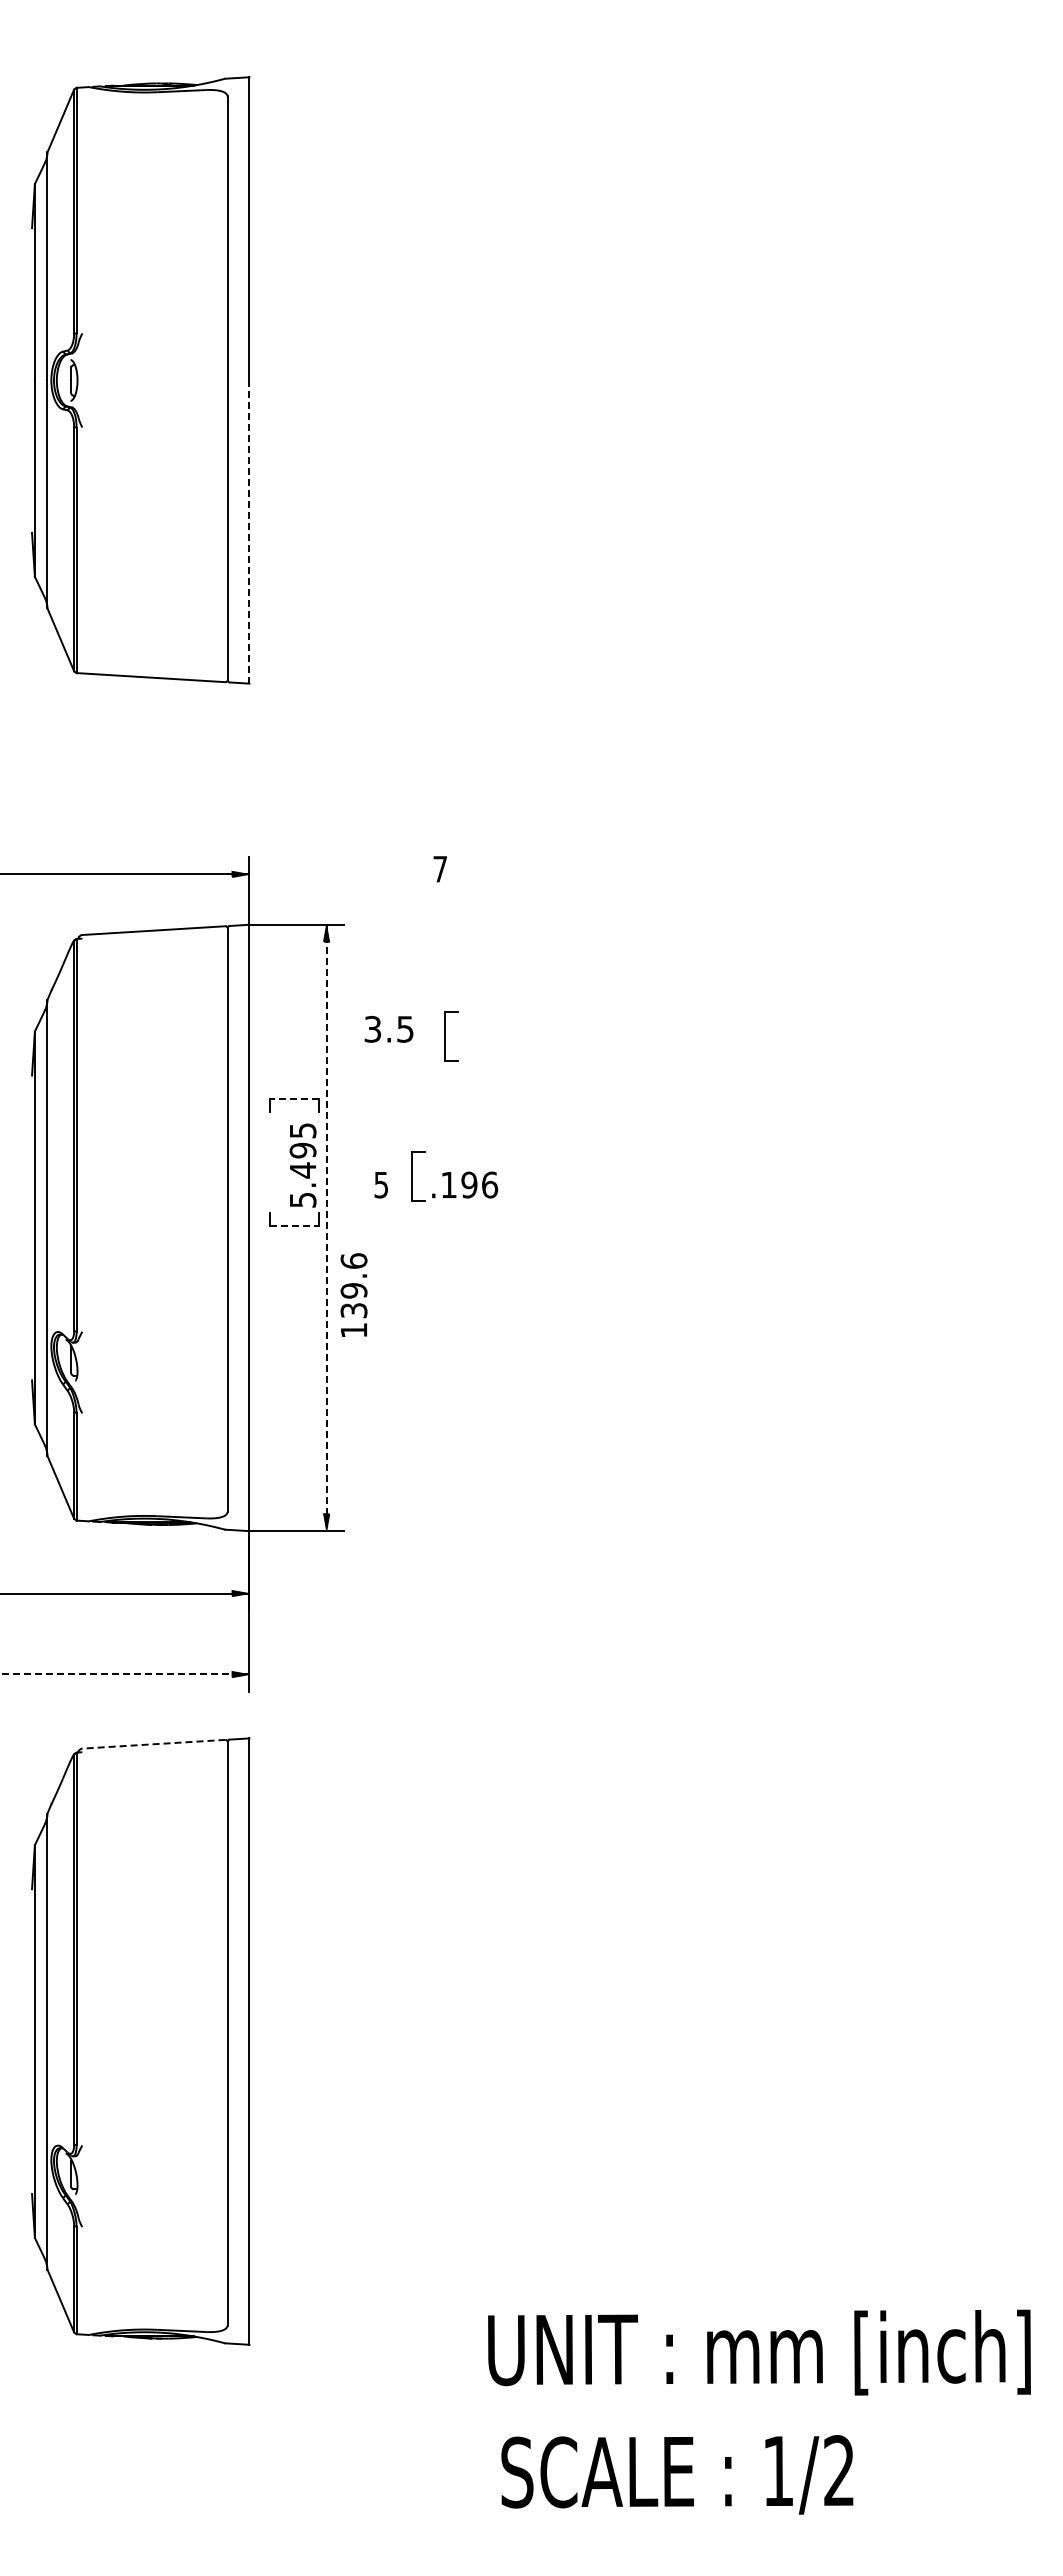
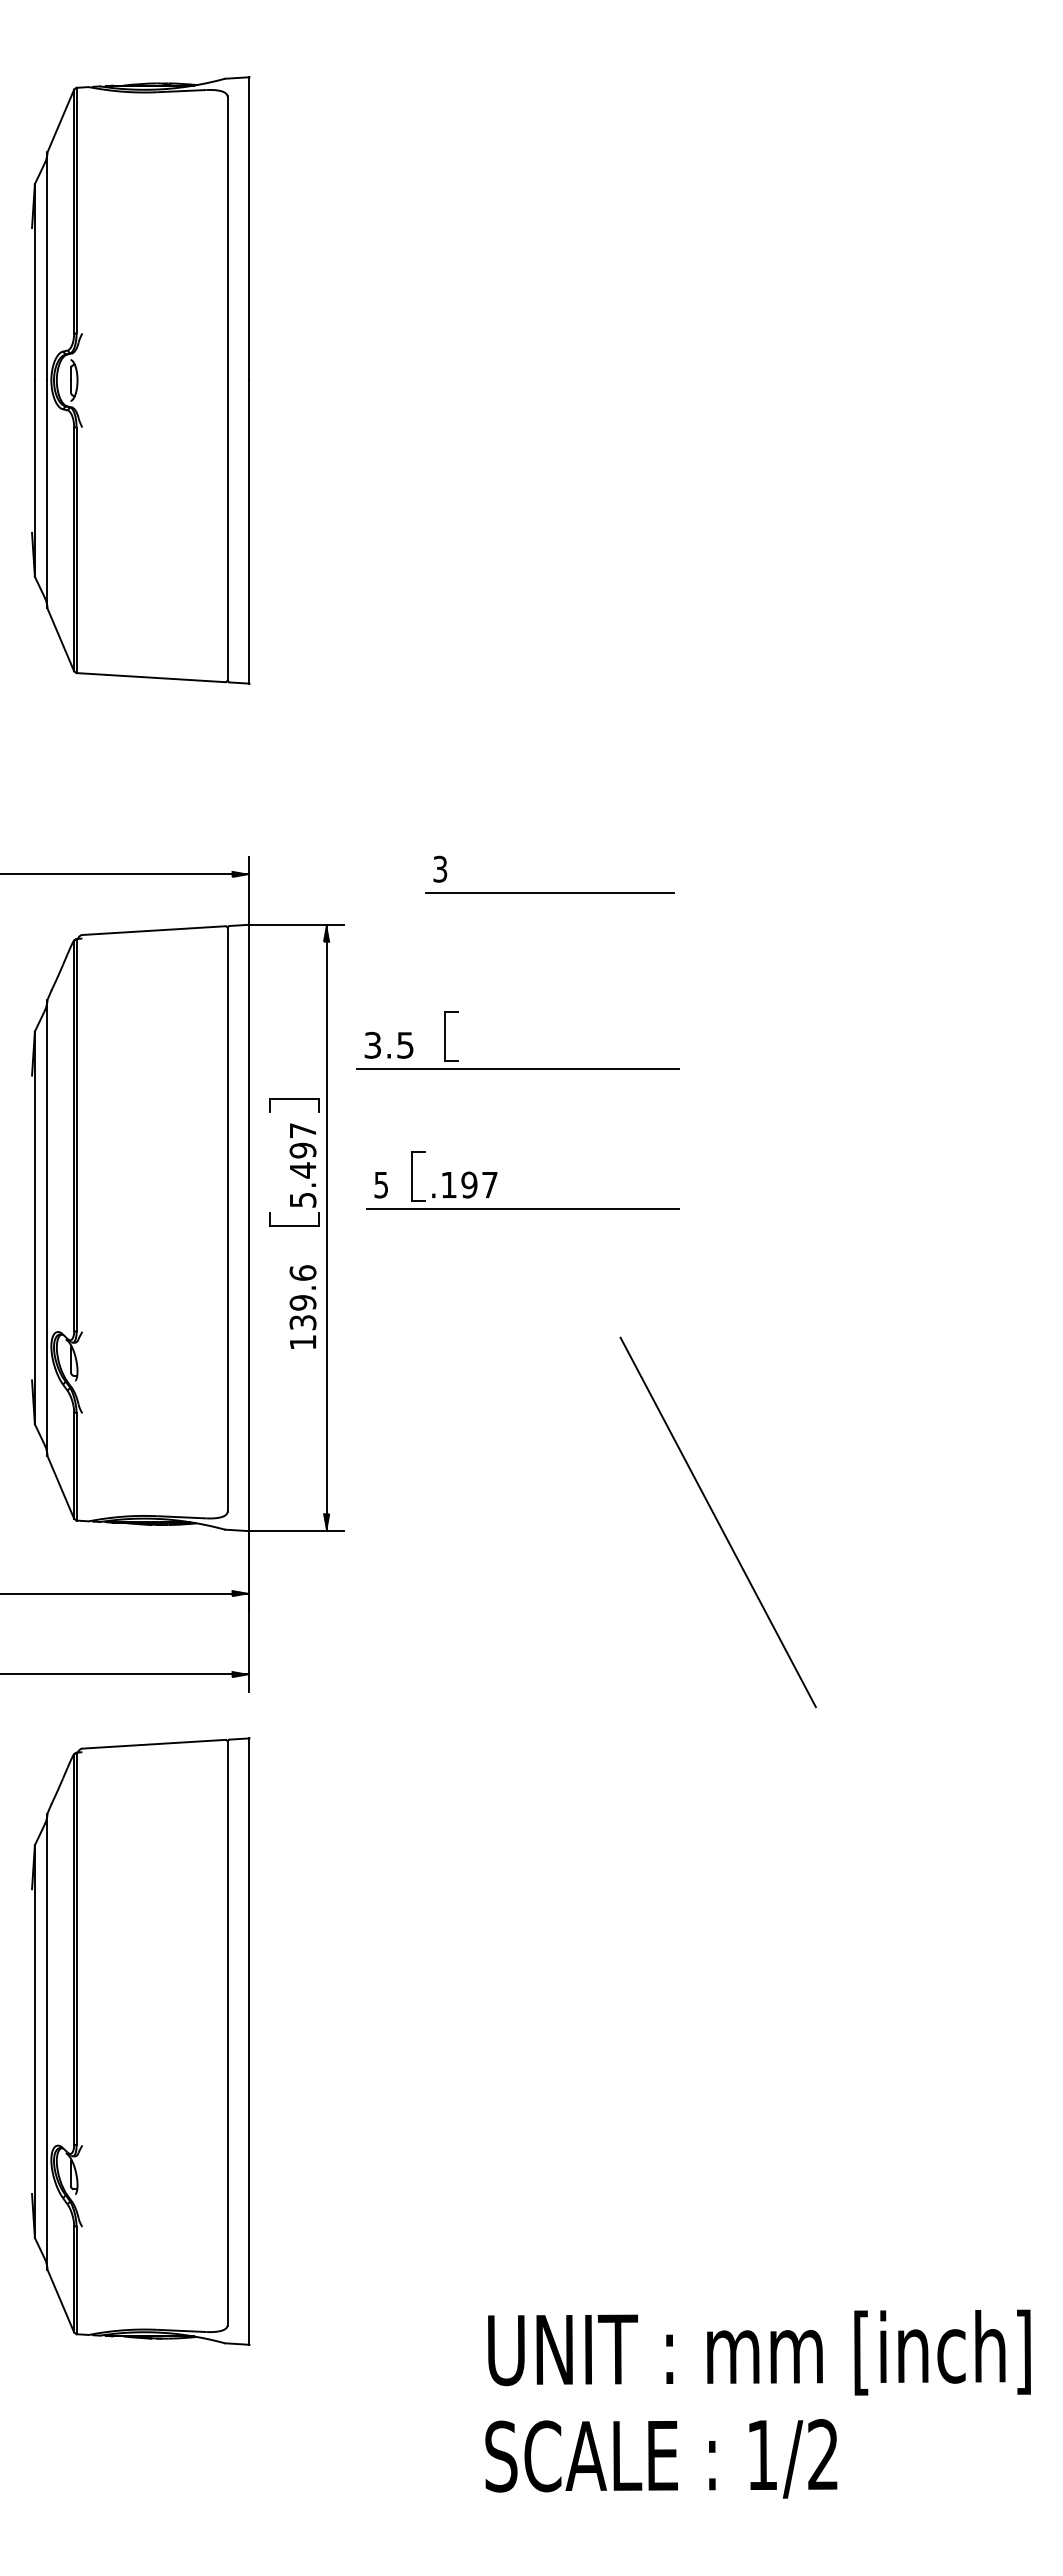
line at (249, 532): dashed -> solid
text at (440, 868): 7 -> 3
line at (550, 892): none -> present
text at (388, 1029) position: (388, 1029) -> (388, 1045)
line at (517, 1068): none -> present
line at (293, 1098): dashed -> solid
text at (303, 1130): 5.495 -> 5.497
text at (490, 1184): .196 -> .197
line at (522, 1208): none -> present
line at (294, 1226): dashed -> solid
line at (326, 1228): dashed -> solid
text at (353, 1294) position: (353, 1294) -> (302, 1306)
line at (717, 1522): none -> present
line at (125, 1674): dashed -> solid
line at (153, 1744): dashed -> solid
text at (677, 2474) position: (677, 2474) -> (661, 2458)
